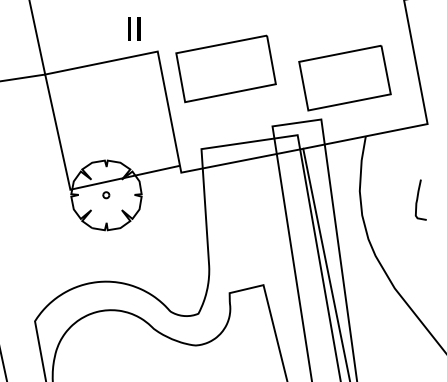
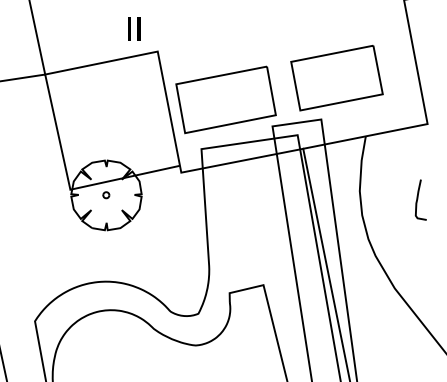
part at (225, 68) position: (225, 68) -> (225, 99)
part at (344, 78) position: (344, 78) -> (336, 78)
